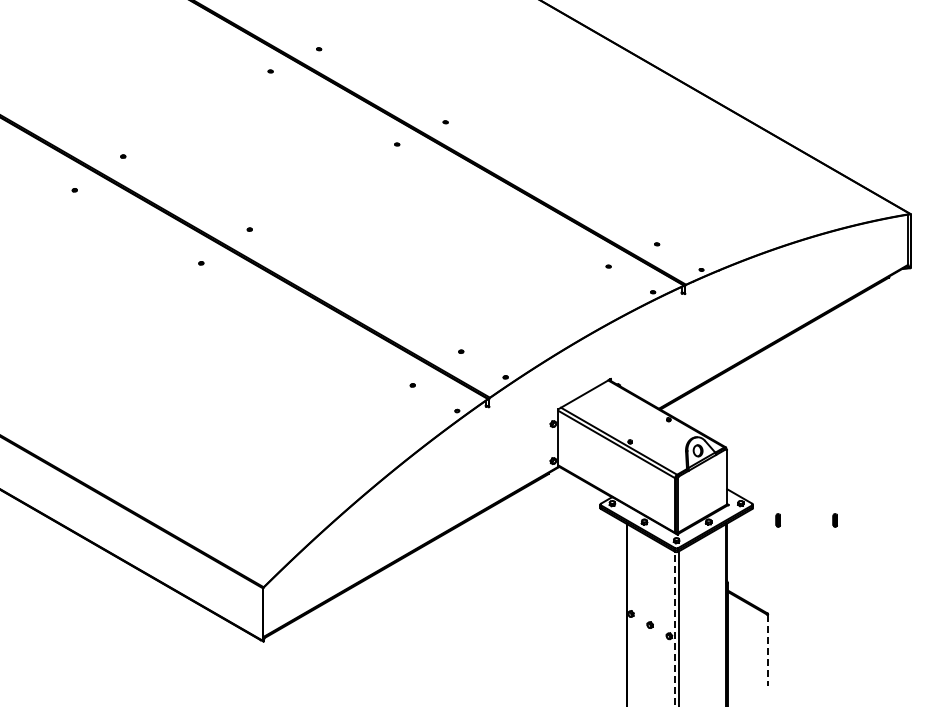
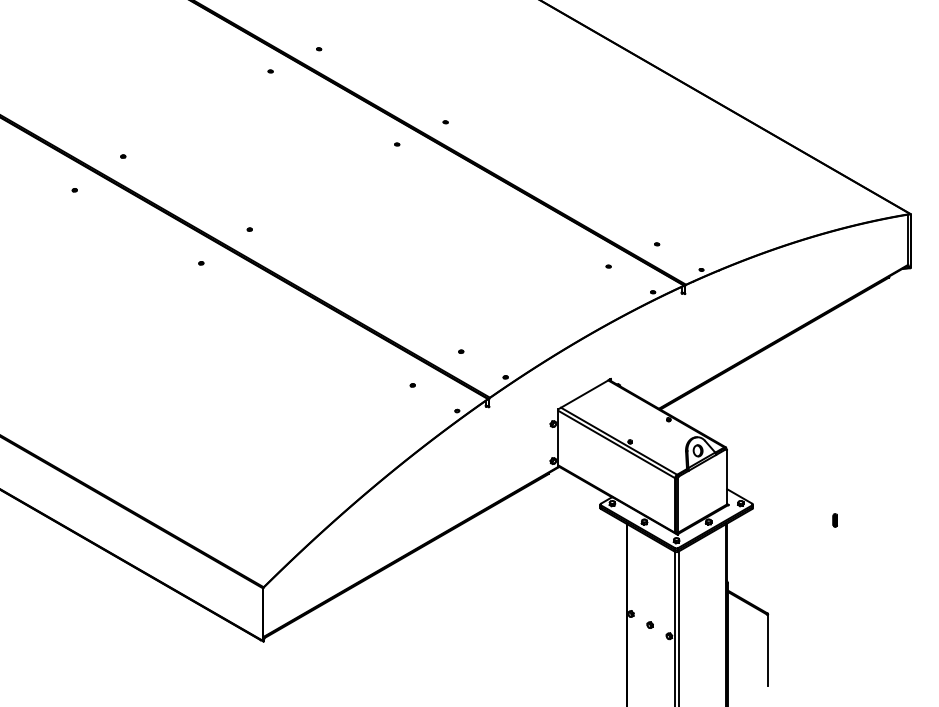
part at (777, 520): present -> none
line at (674, 628): dashed -> solid
line at (768, 651): dashed -> solid
